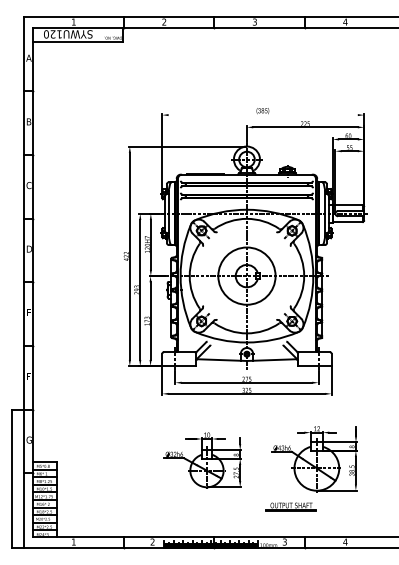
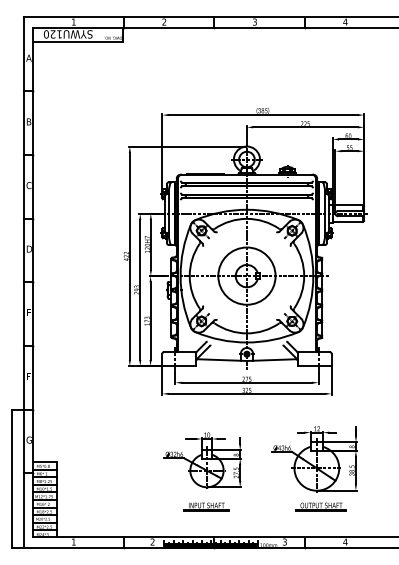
line at (262, 115): none -> present
part at (206, 506): none -> present
part at (290, 506) position: (290, 506) -> (320, 506)
